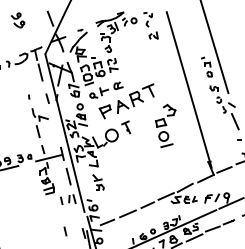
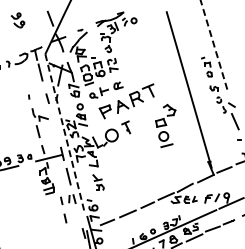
part at (150, 25): present -> none
line at (214, 47): solid -> dashed
line at (65, 133): solid -> dashed
line at (65, 231) position: (65, 231) -> (65, 218)
